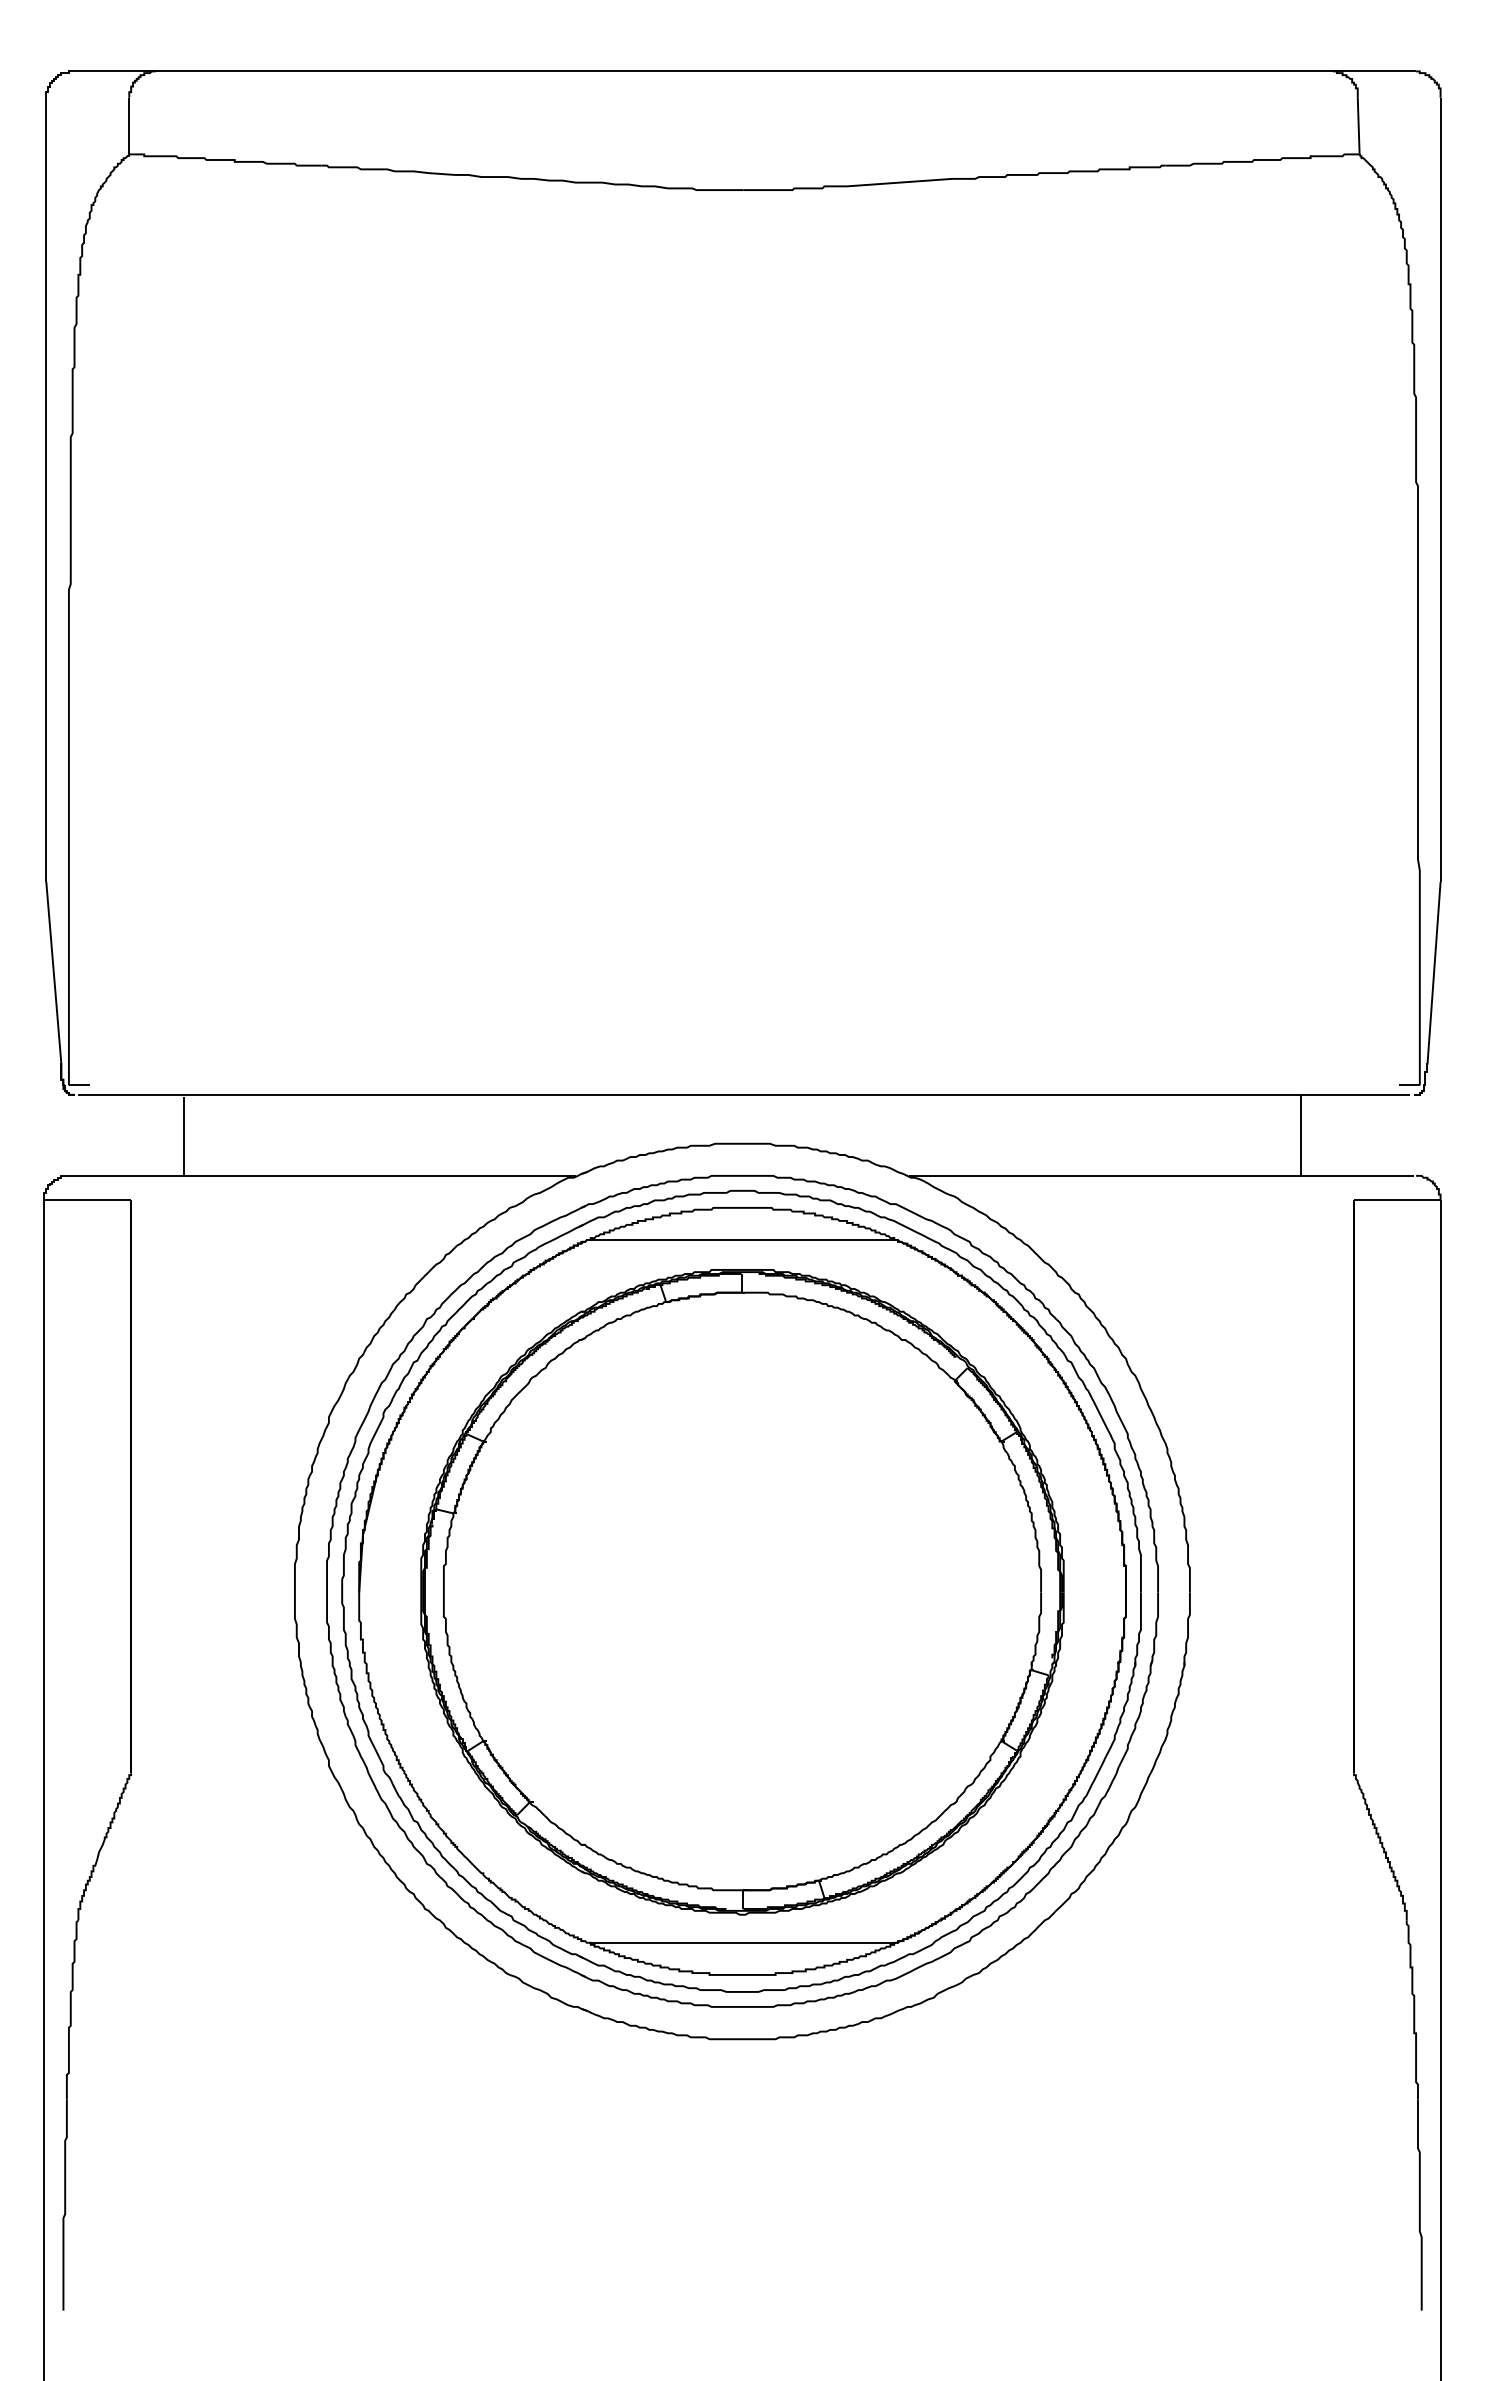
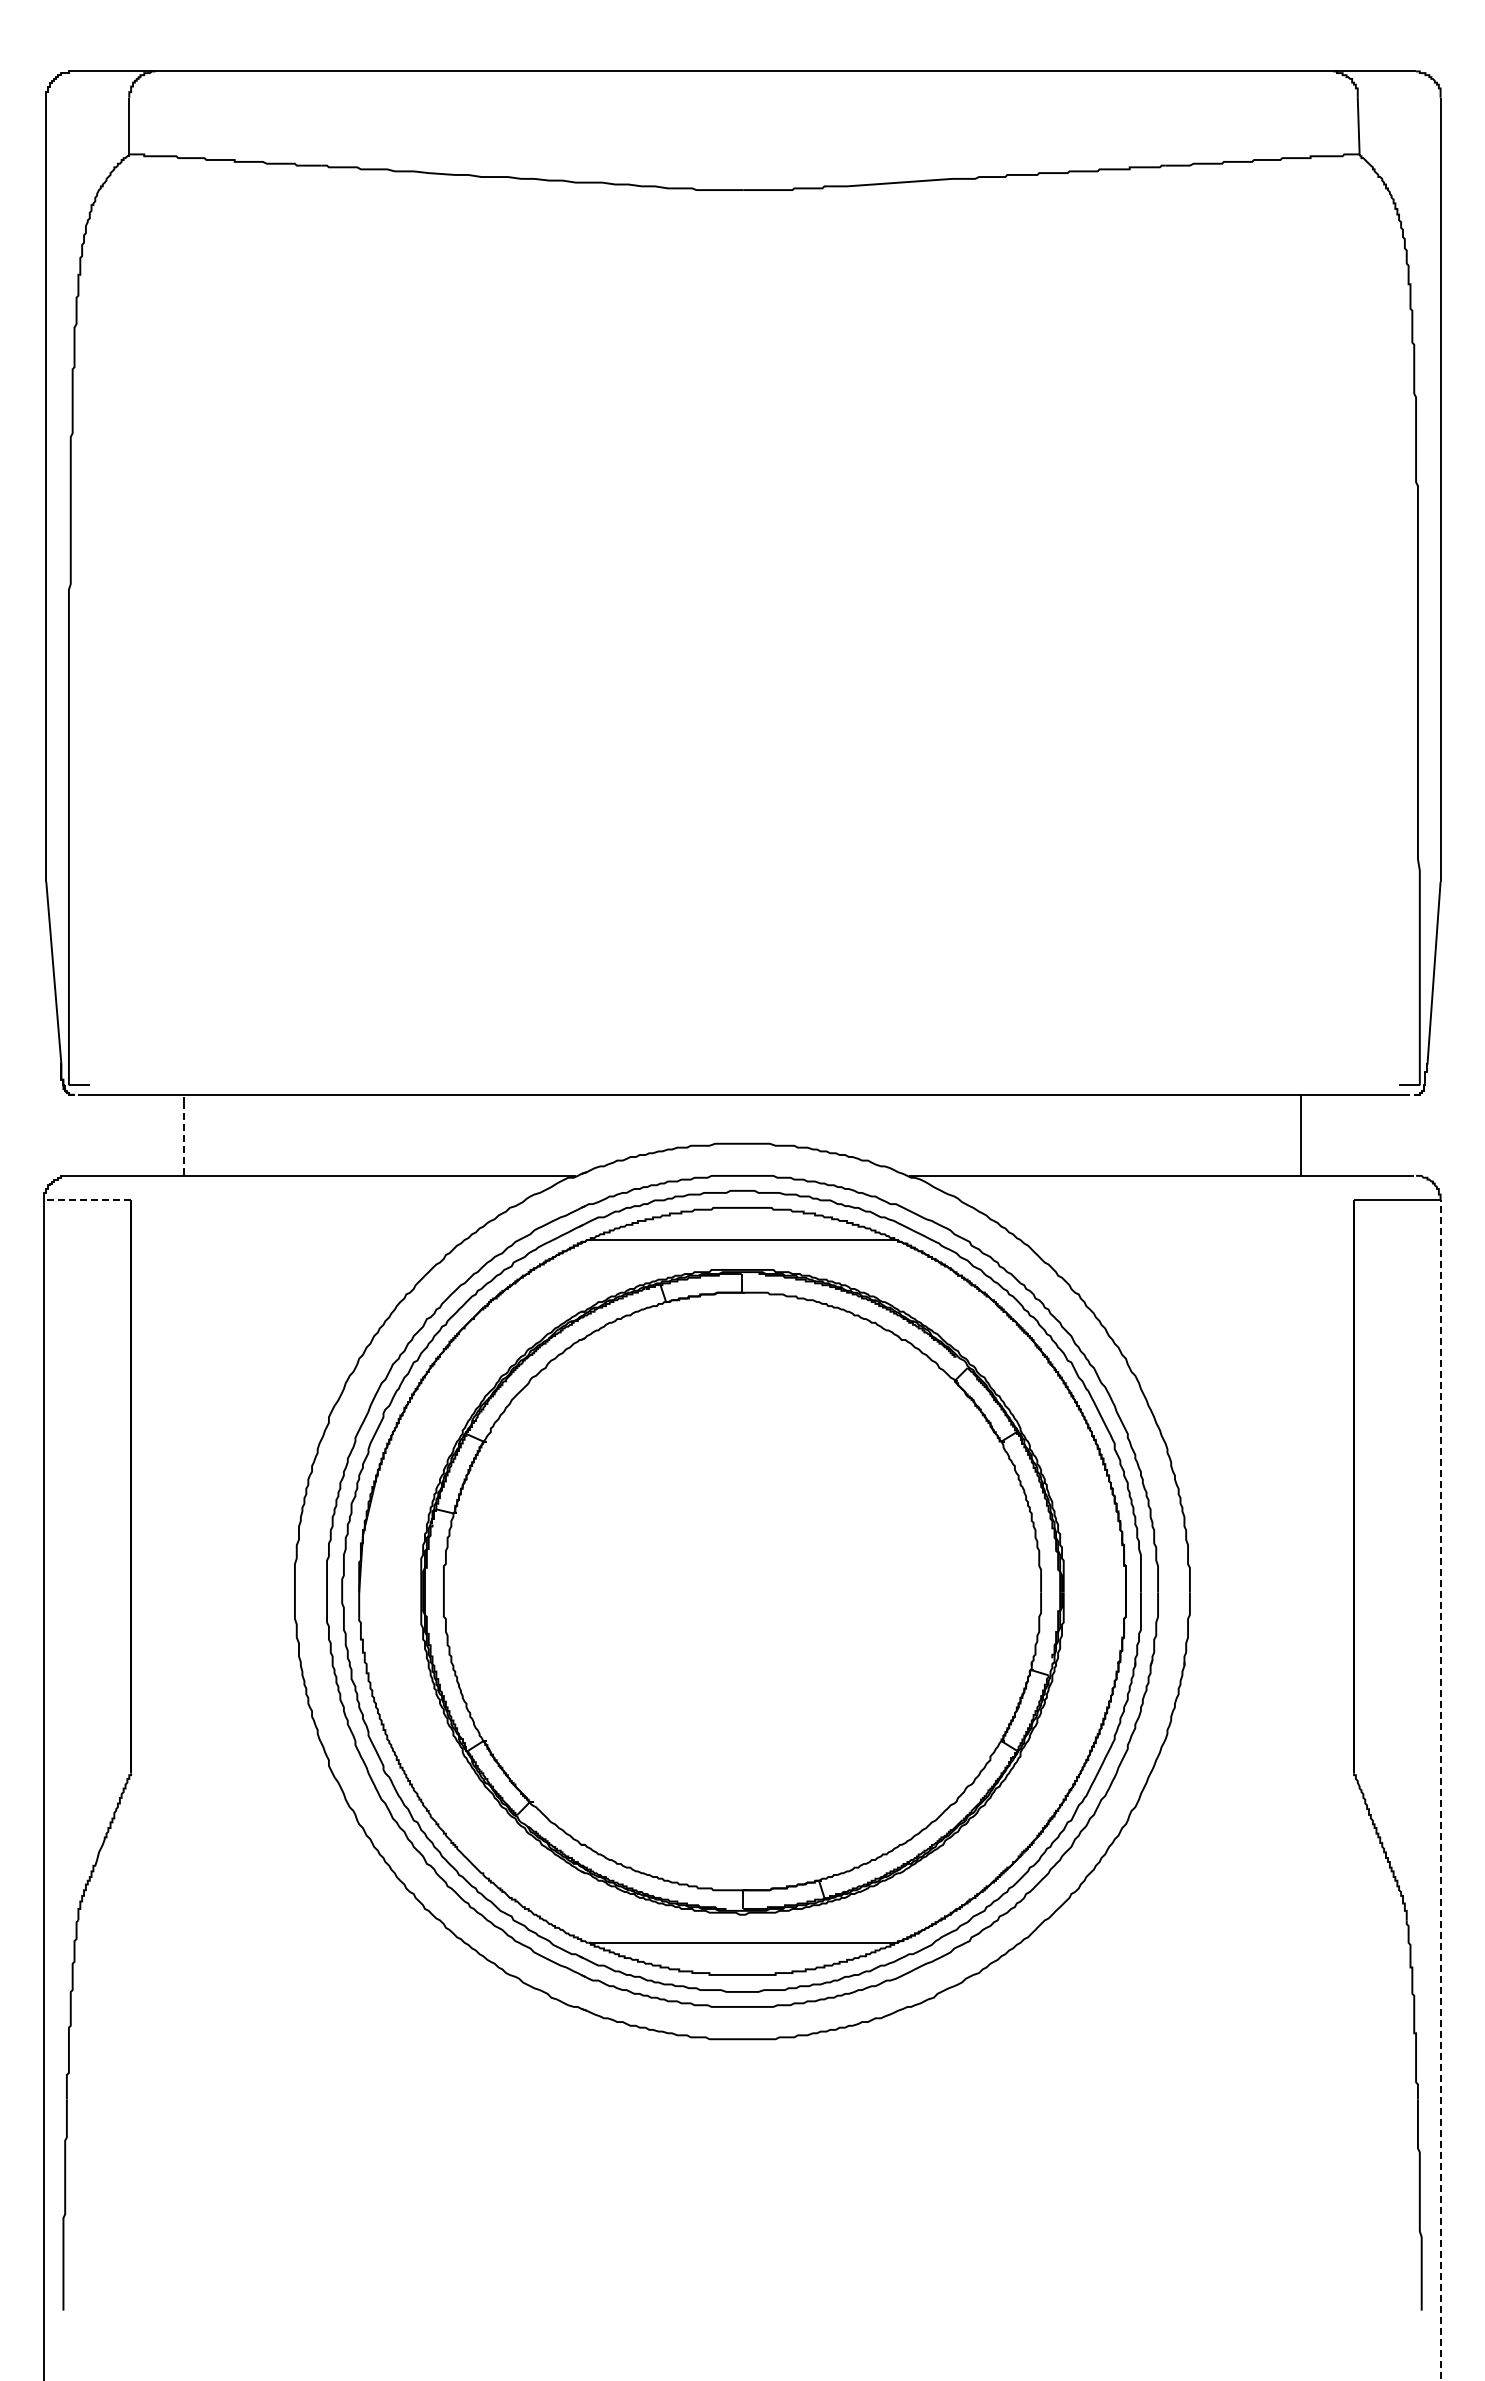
line at (183, 1139): solid -> dashed
line at (87, 1200): solid -> dashed
line at (1440, 1790): solid -> dashed
